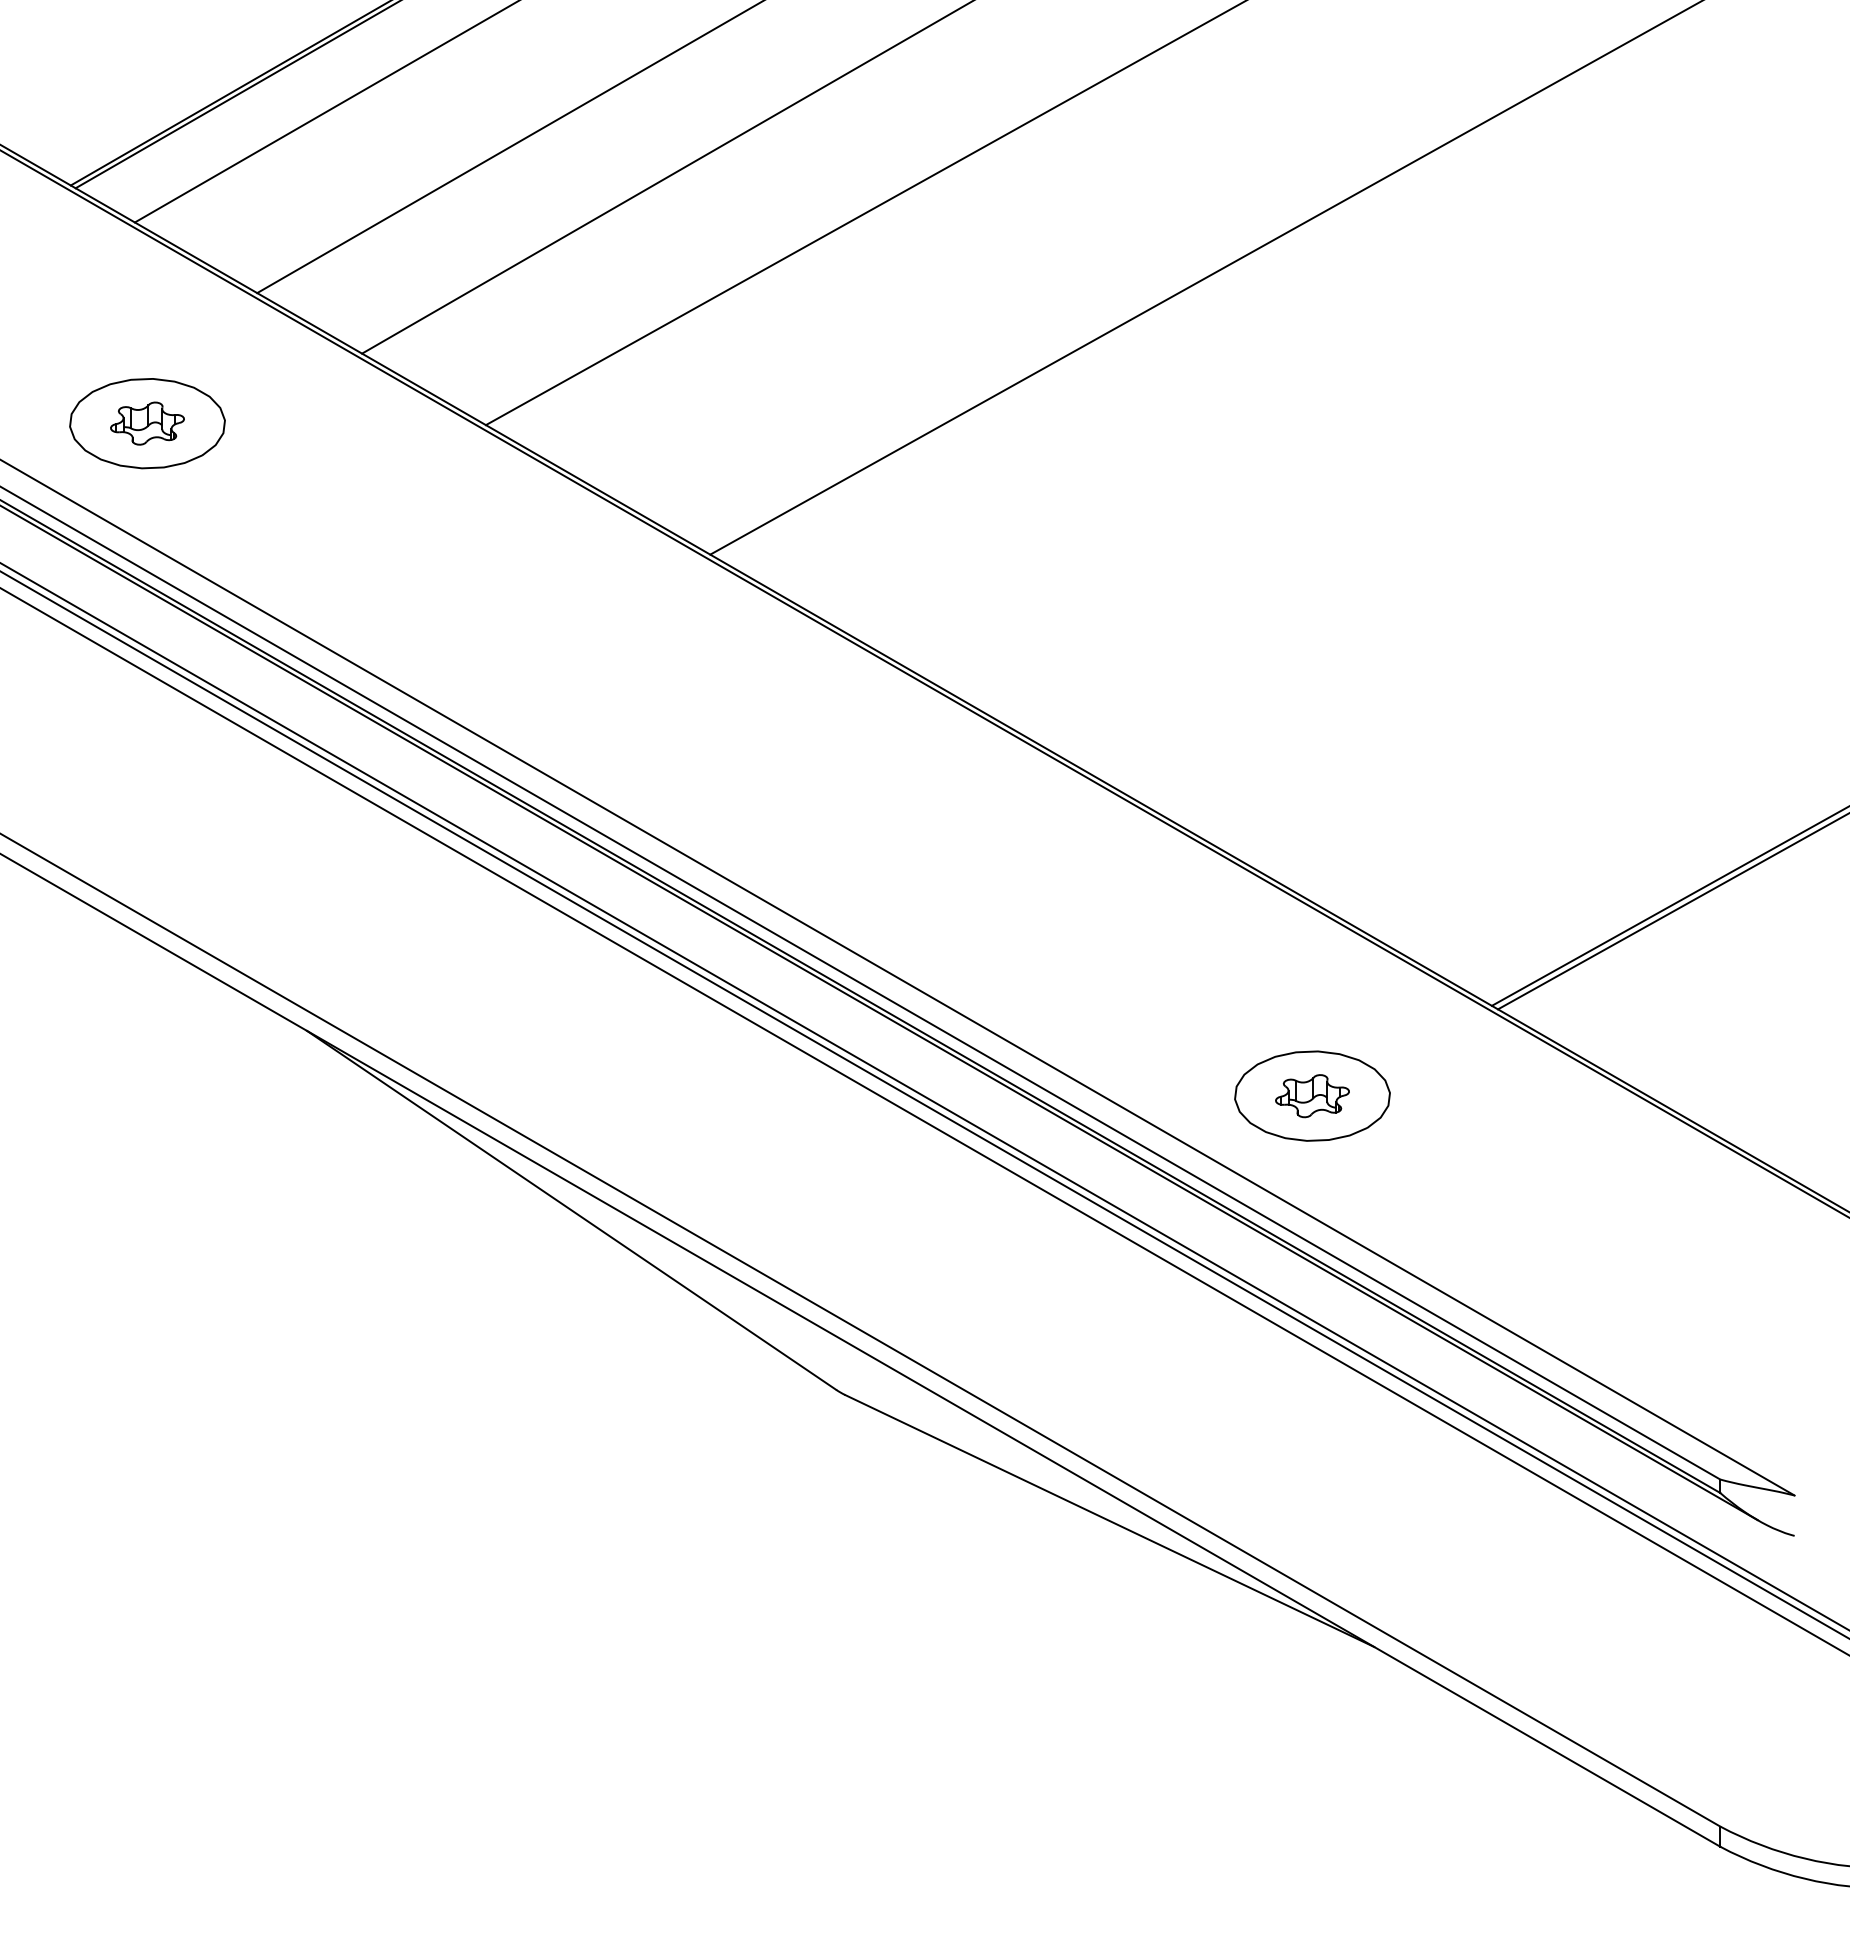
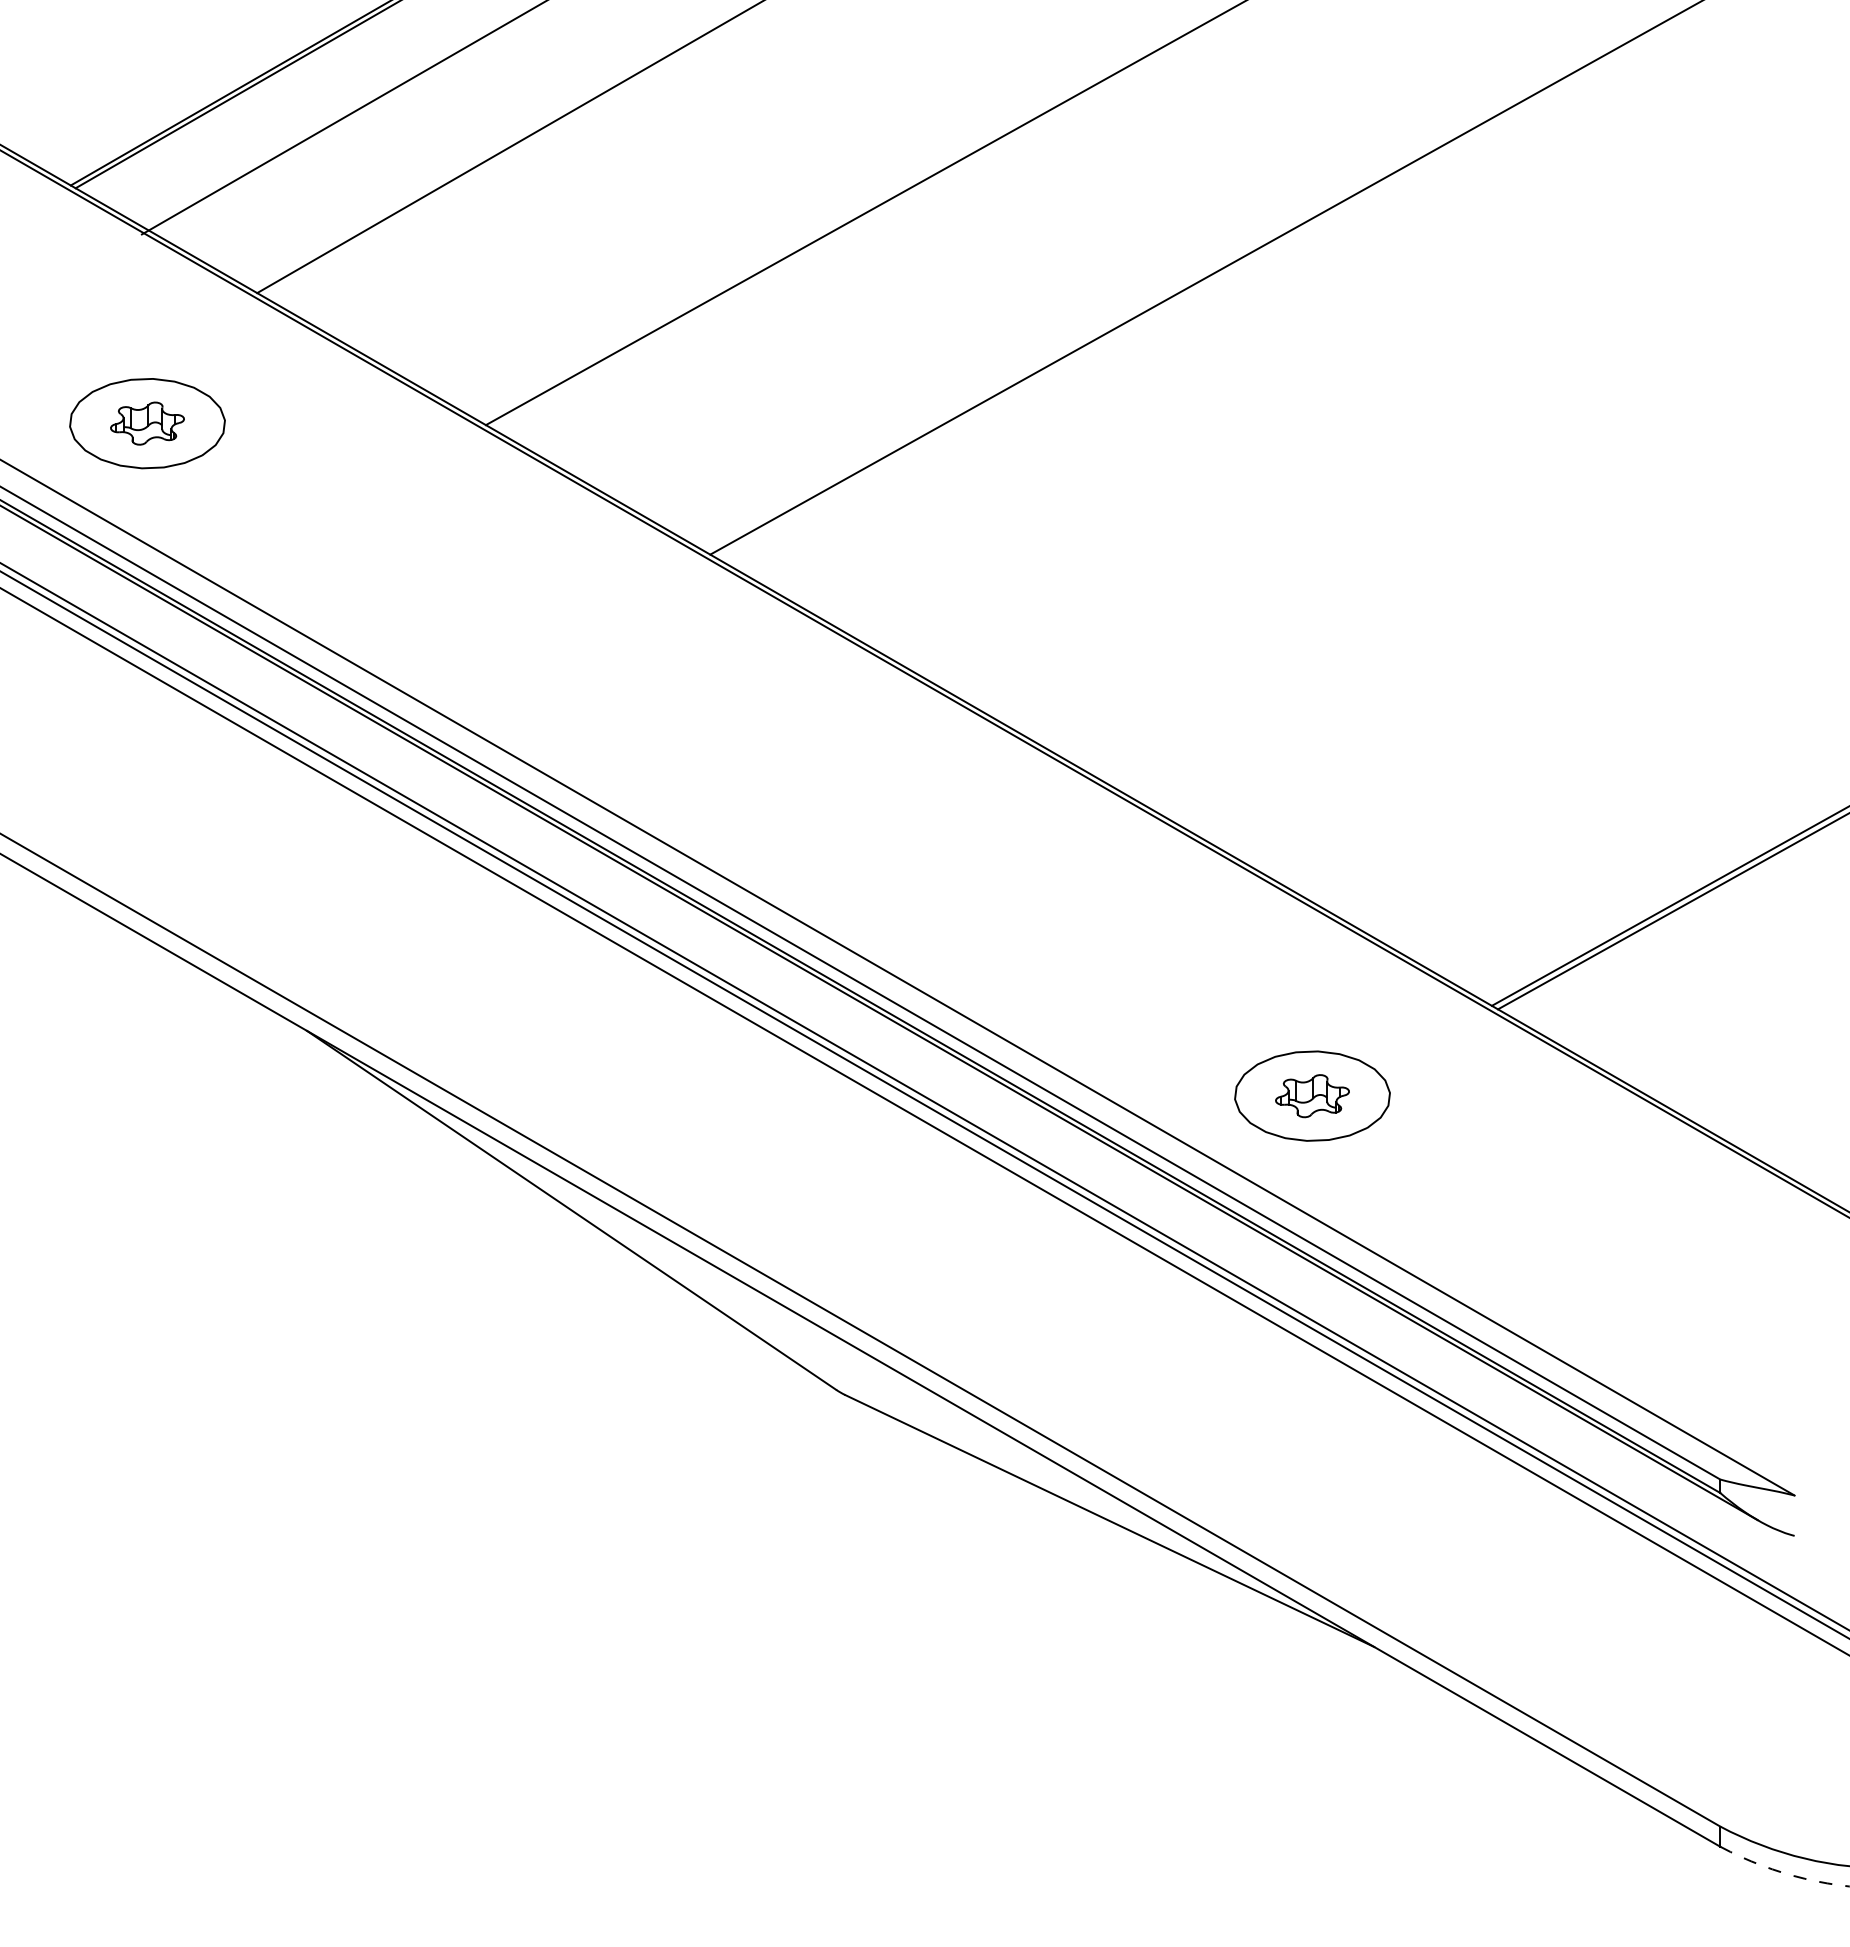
line at (324, 112) position: (324, 112) -> (342, 118)
line at (666, 177): present -> none
arc at (1783, 1872): solid -> dashed
